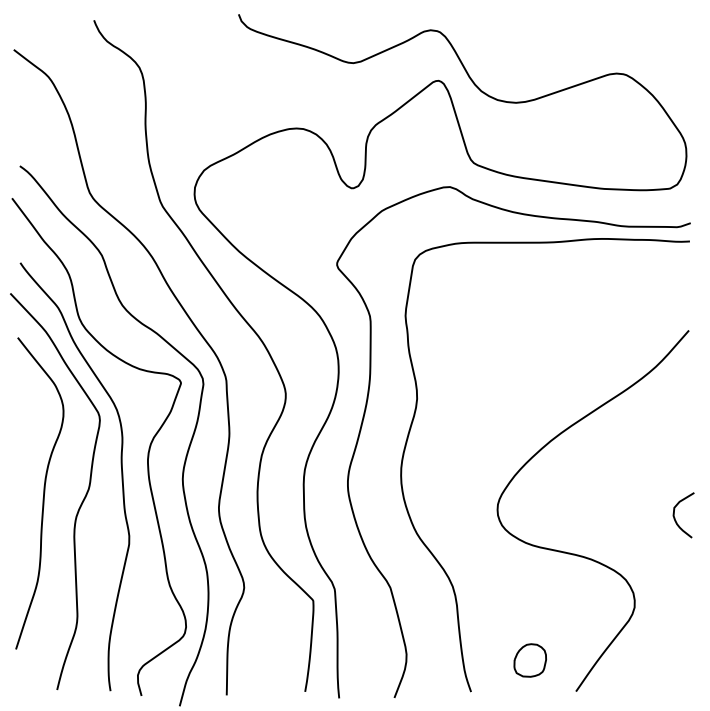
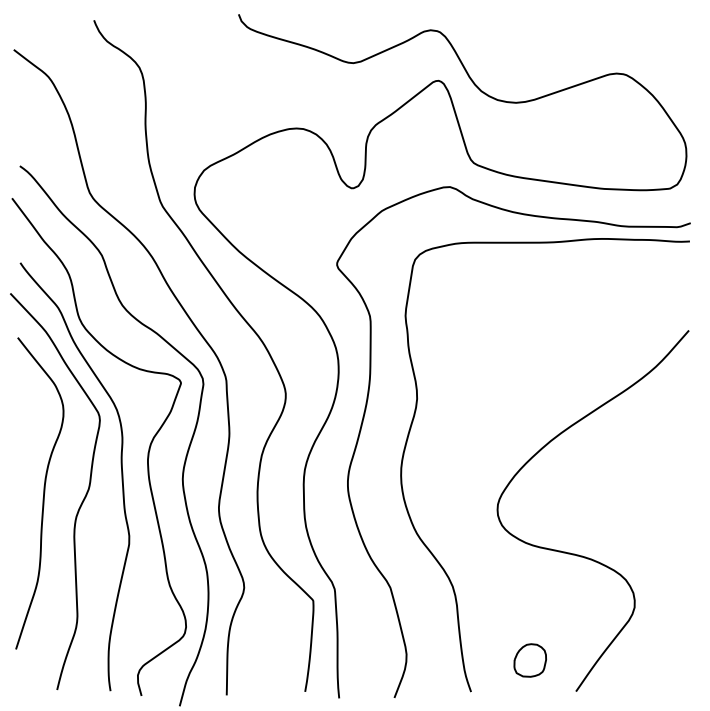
curve at (675, 517): present -> none
